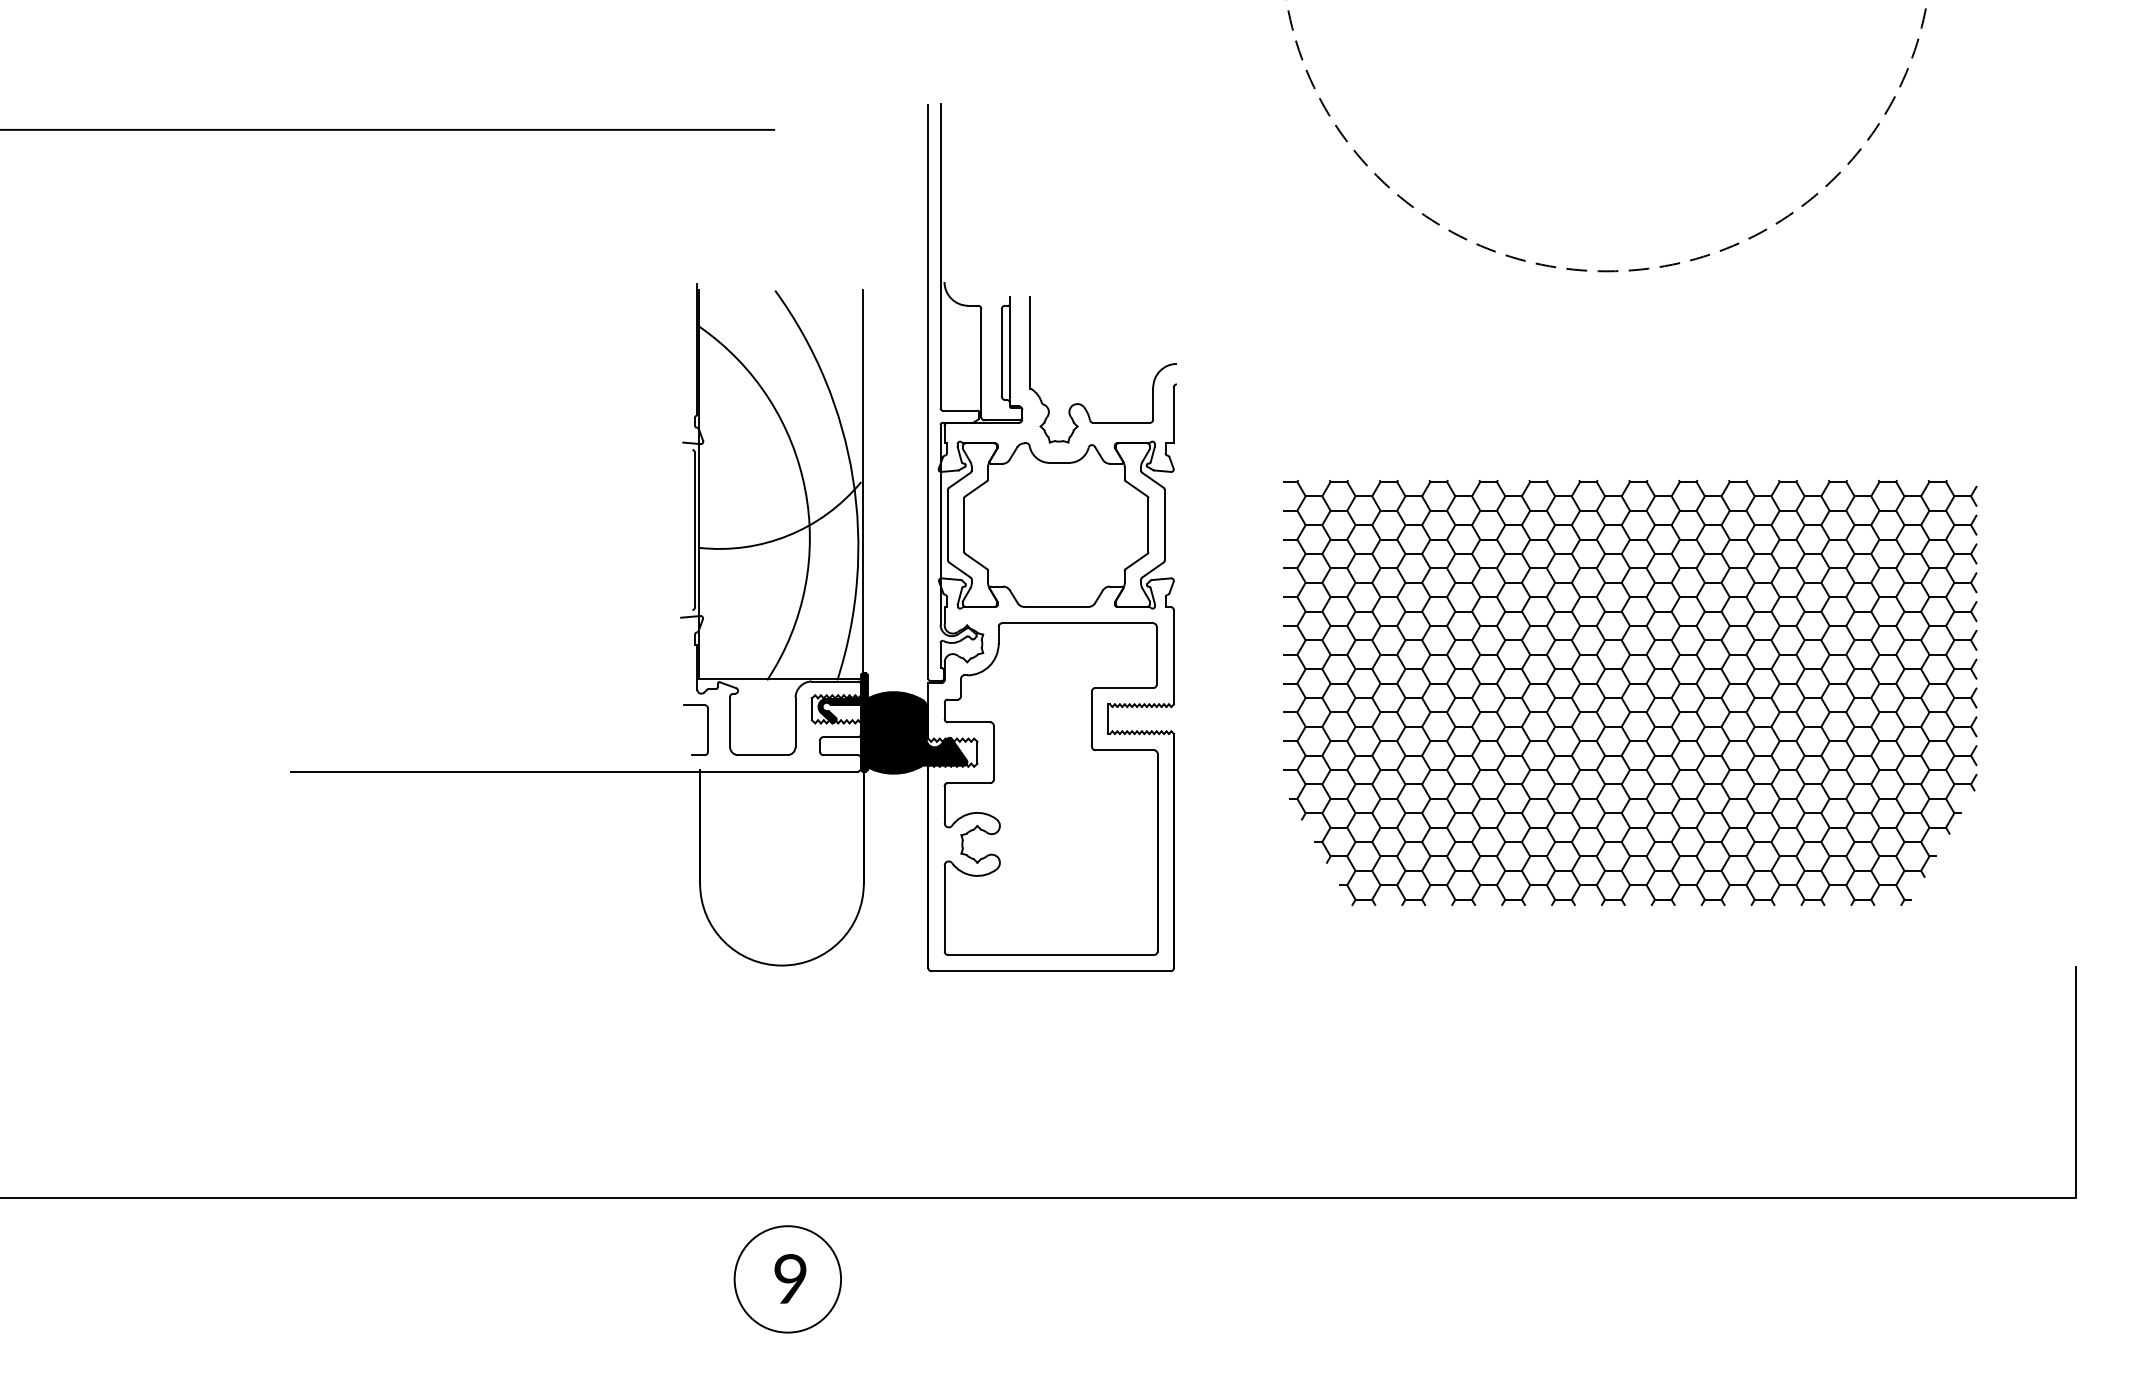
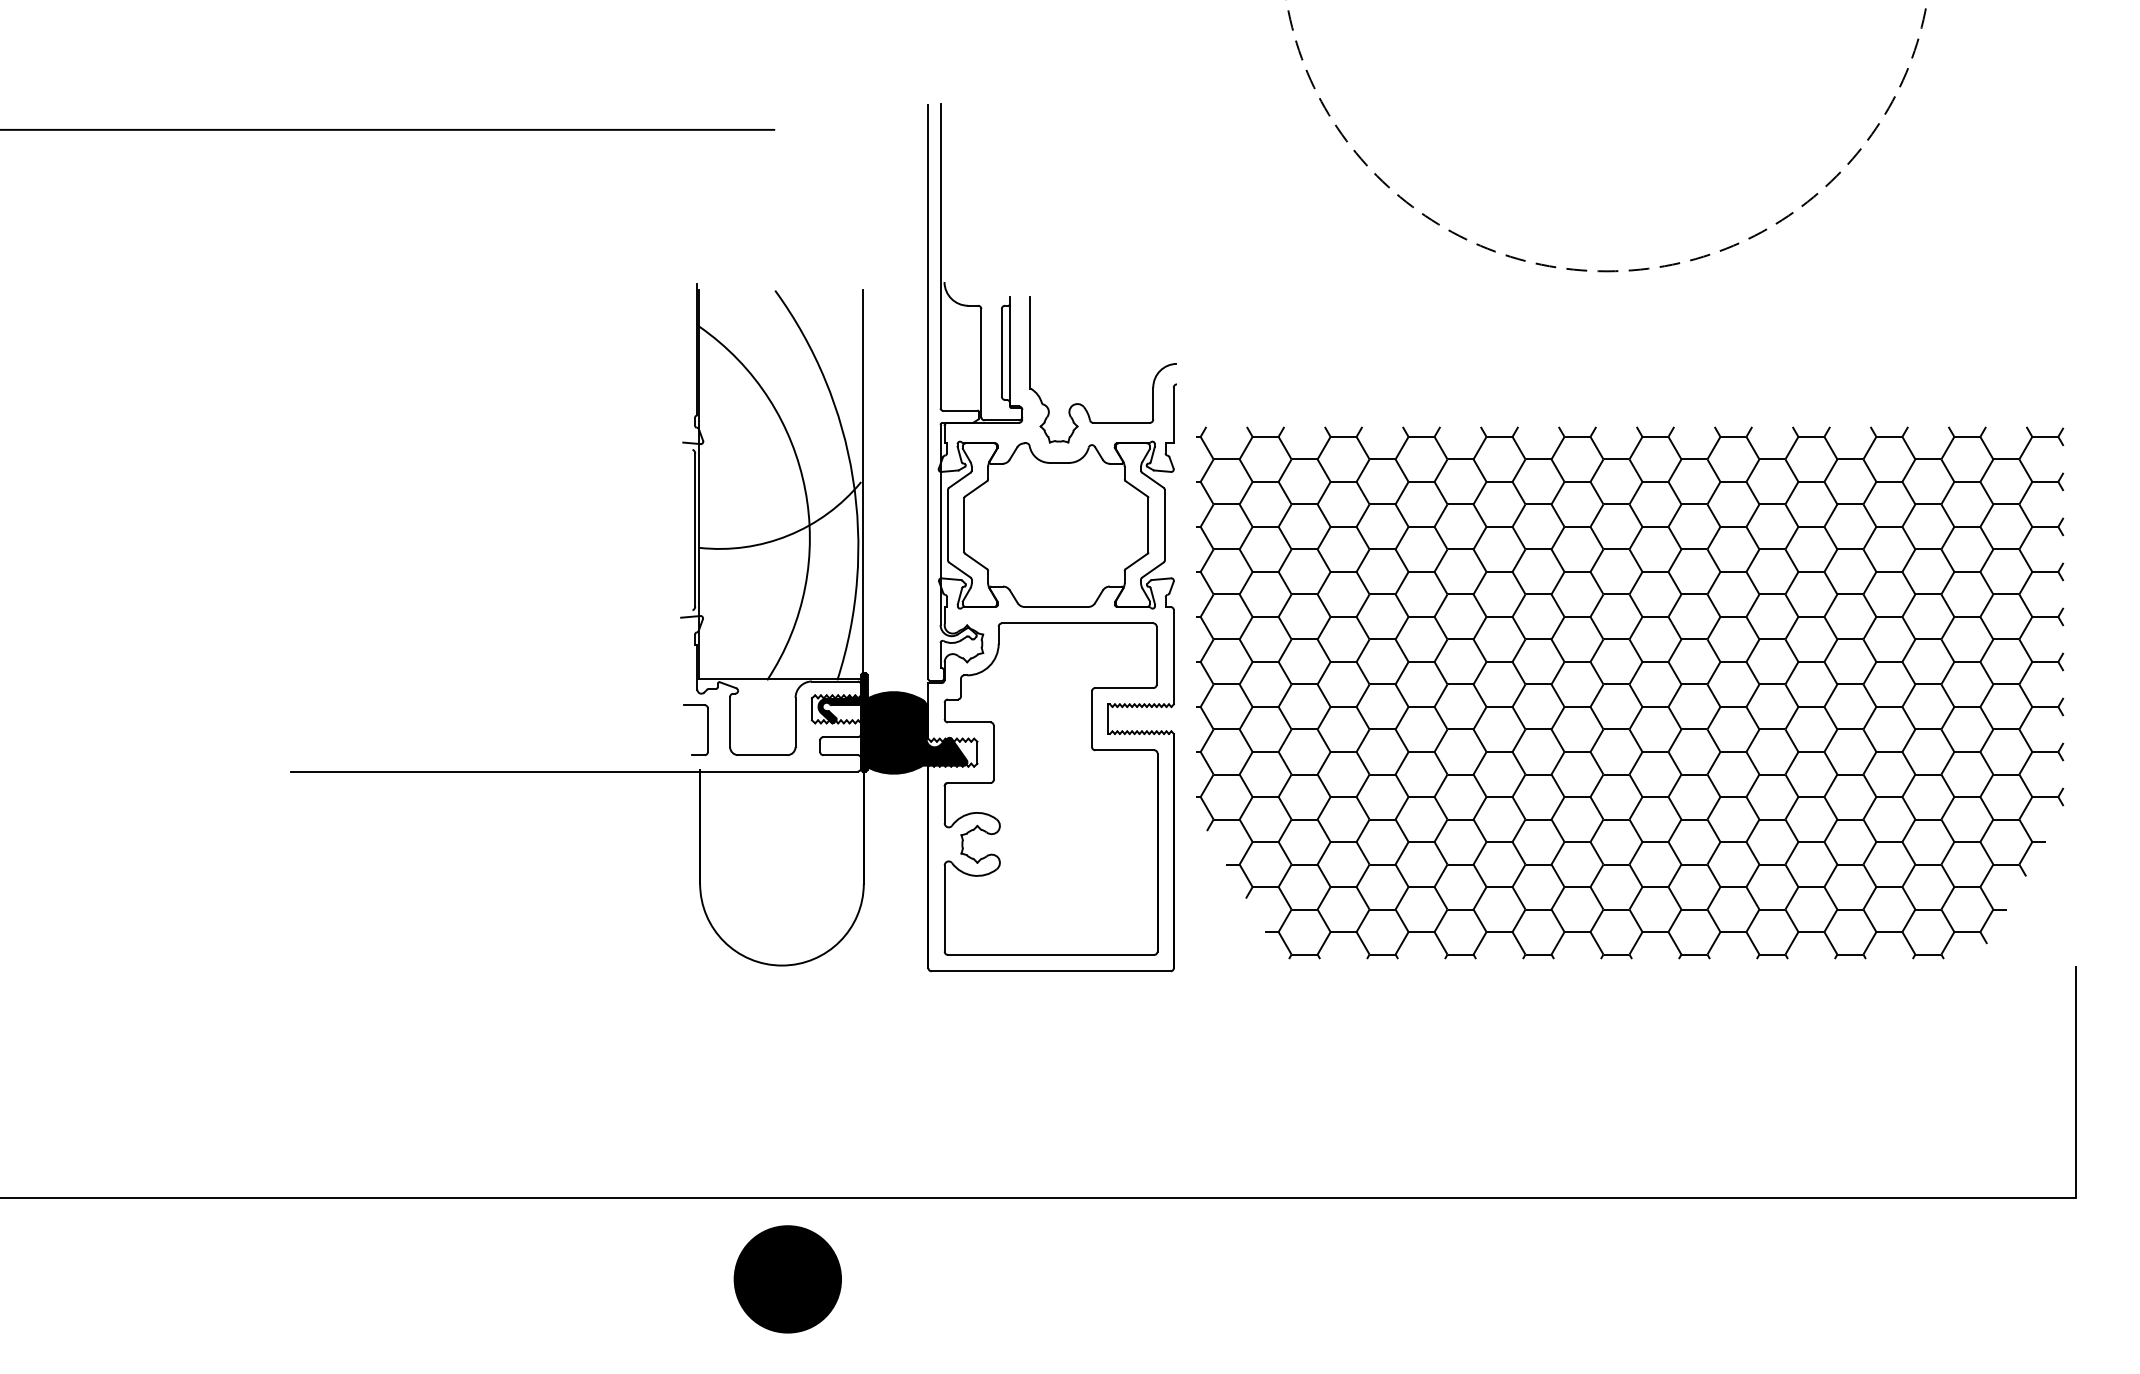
part at (1630, 692) size: 695x427 px -> 869x534 px
fill at (787, 1279): none -> present
